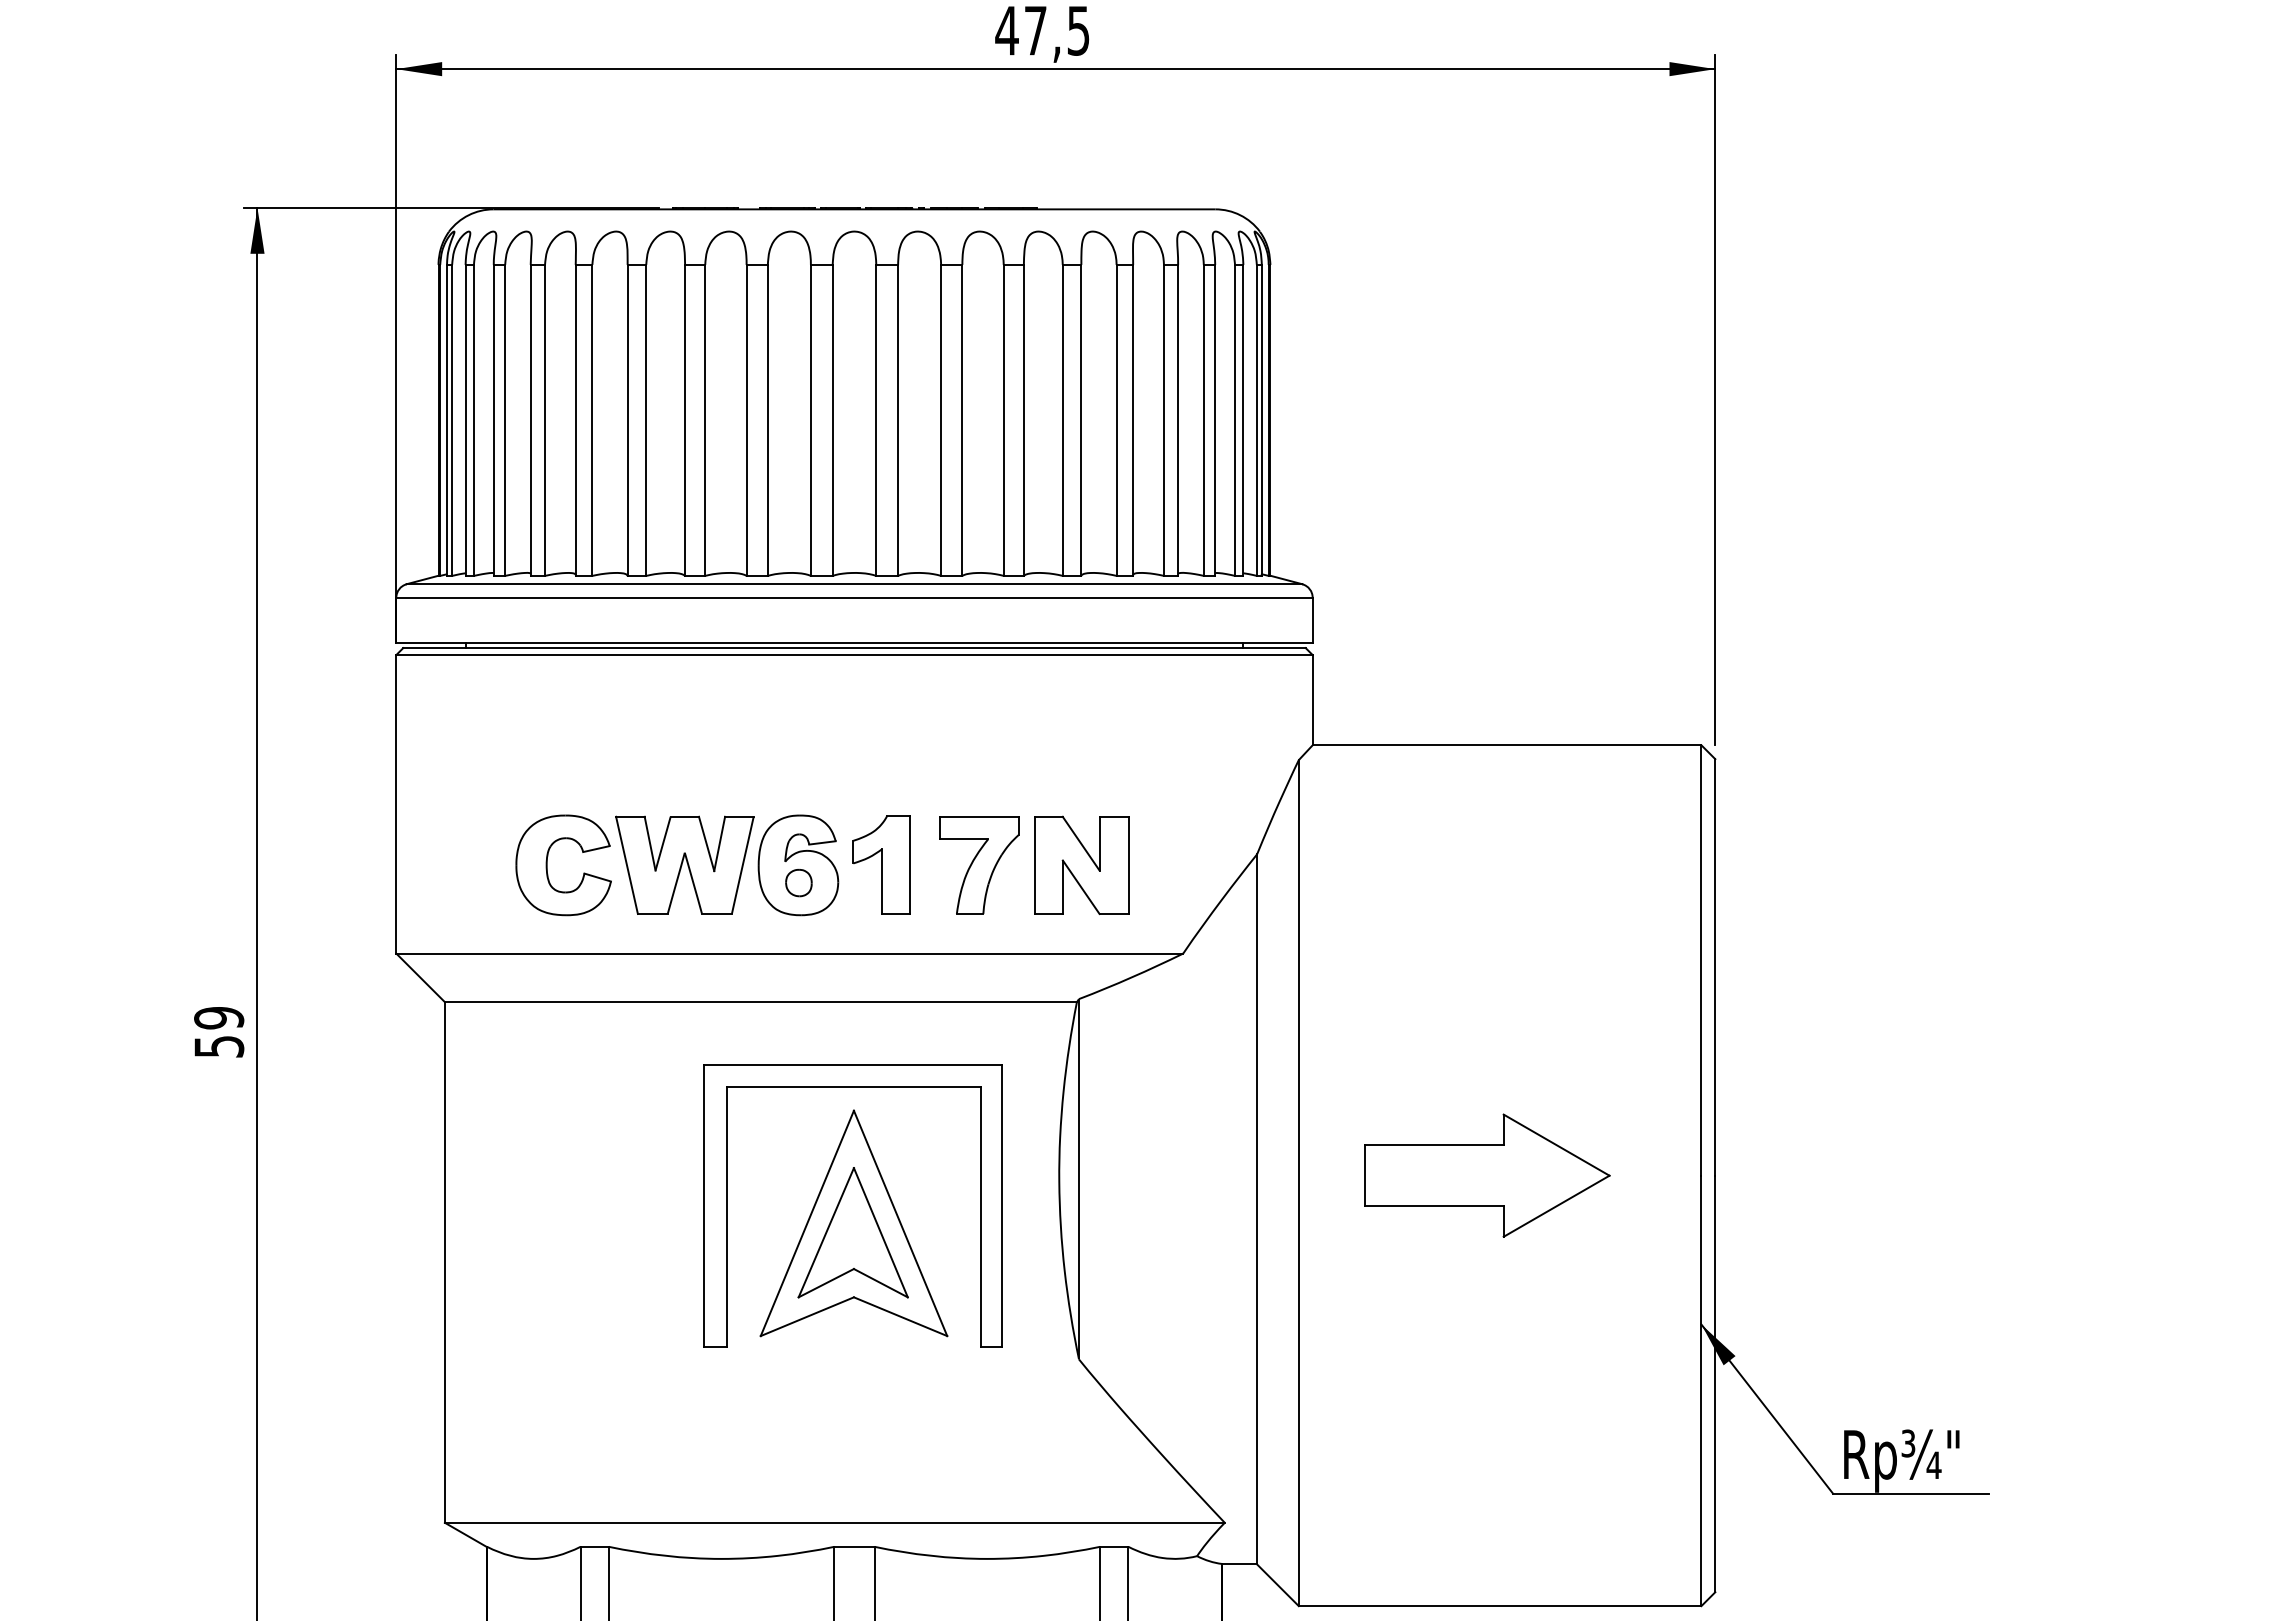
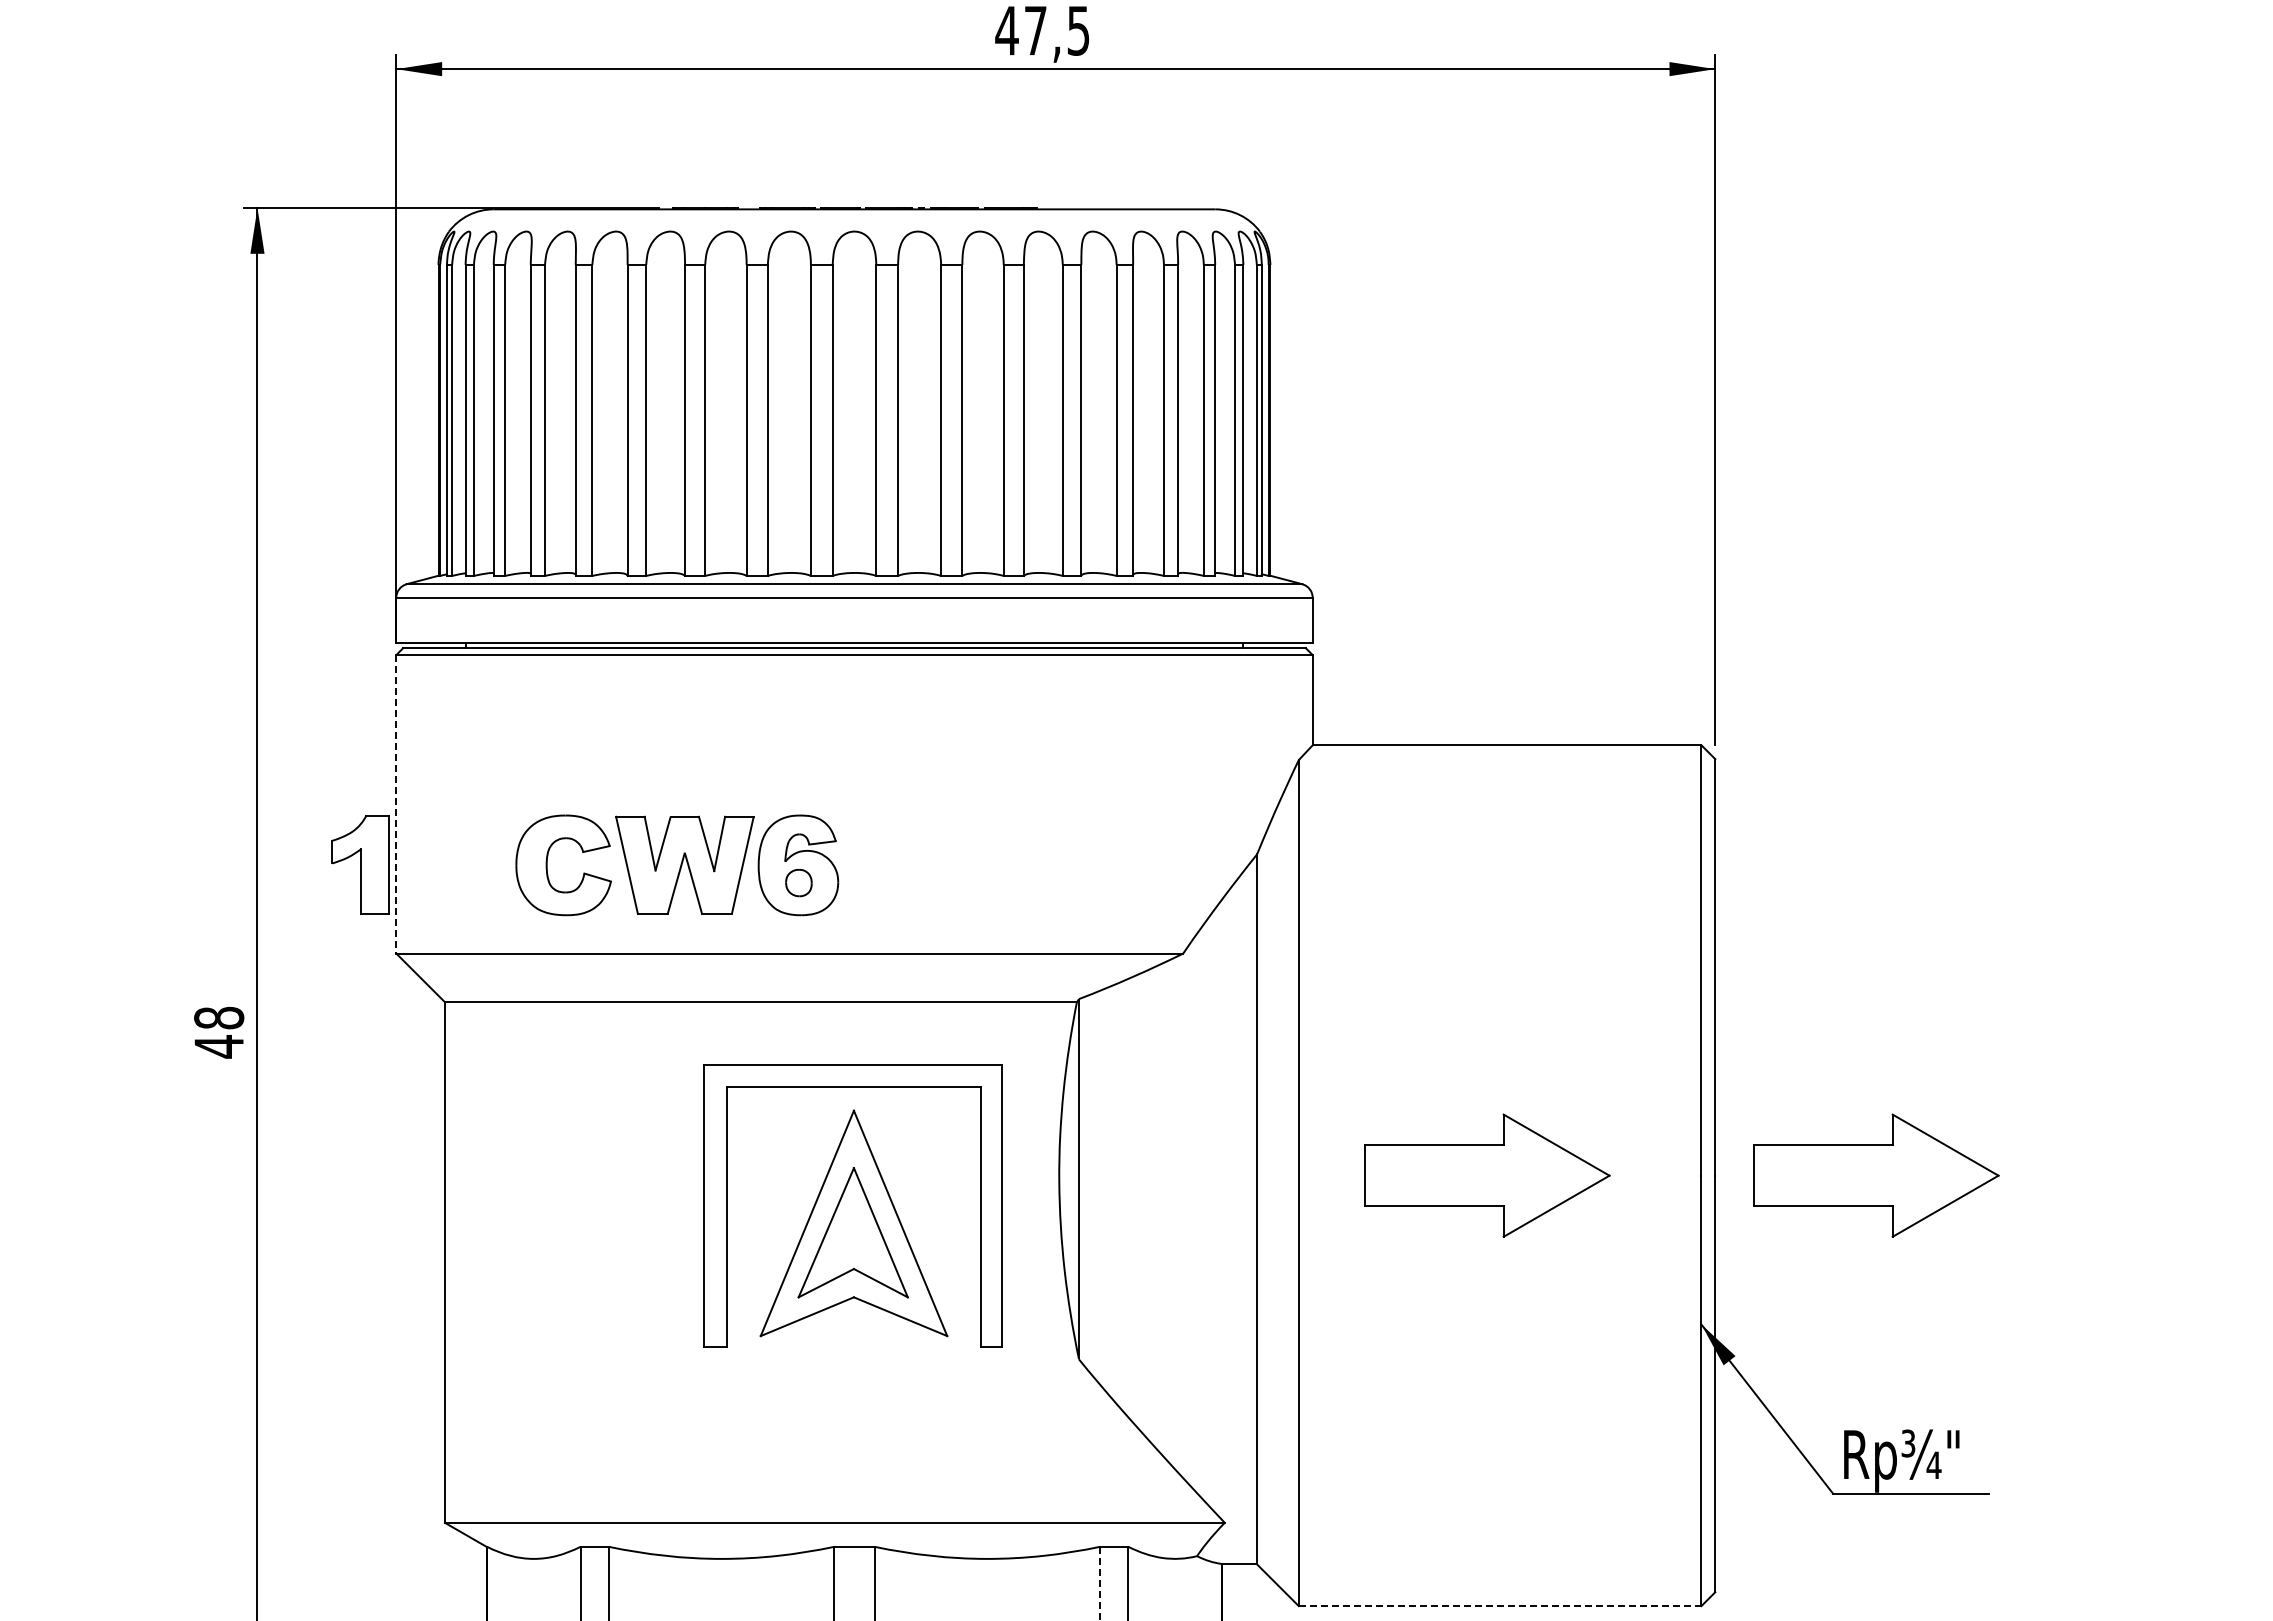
line at (396, 804): solid -> dashed
part at (881, 864) position: (881, 864) -> (360, 864)
part at (1081, 864): present -> none
part at (979, 865): present -> none
text at (219, 1032): 59 -> 48
part at (1876, 1175): none -> present
line at (1100, 1583): solid -> dashed
line at (1500, 1606): solid -> dashed
